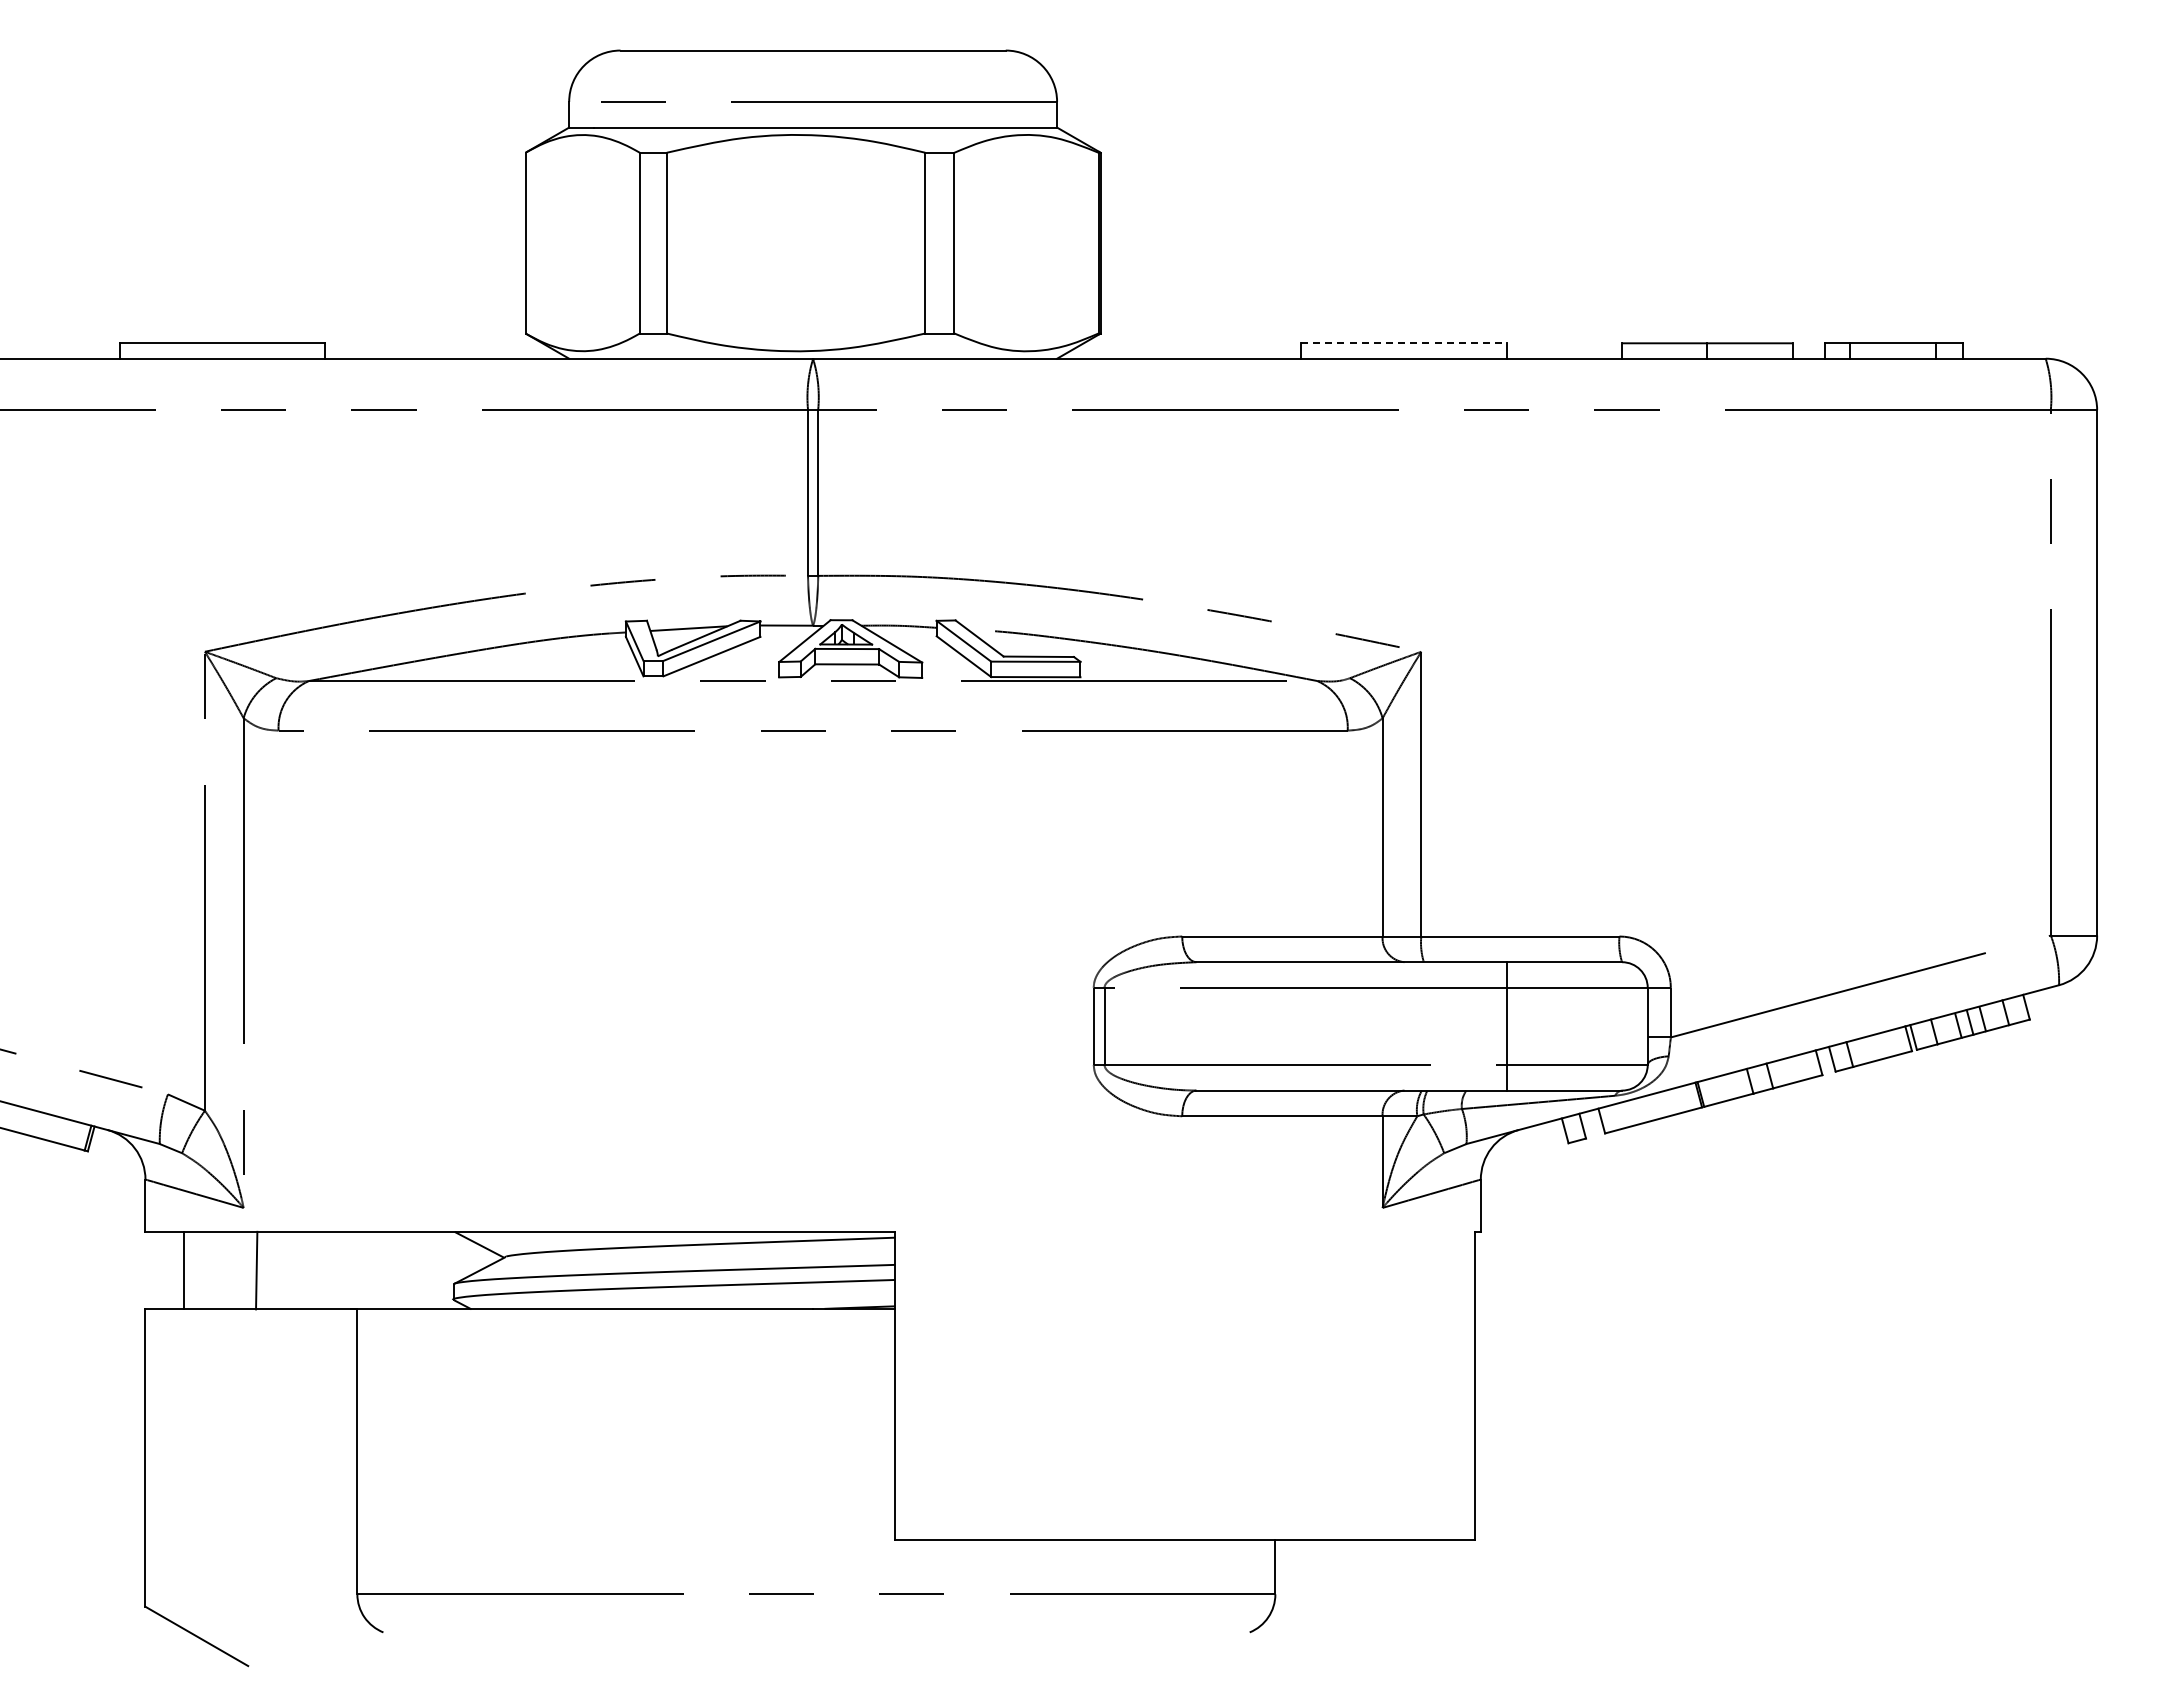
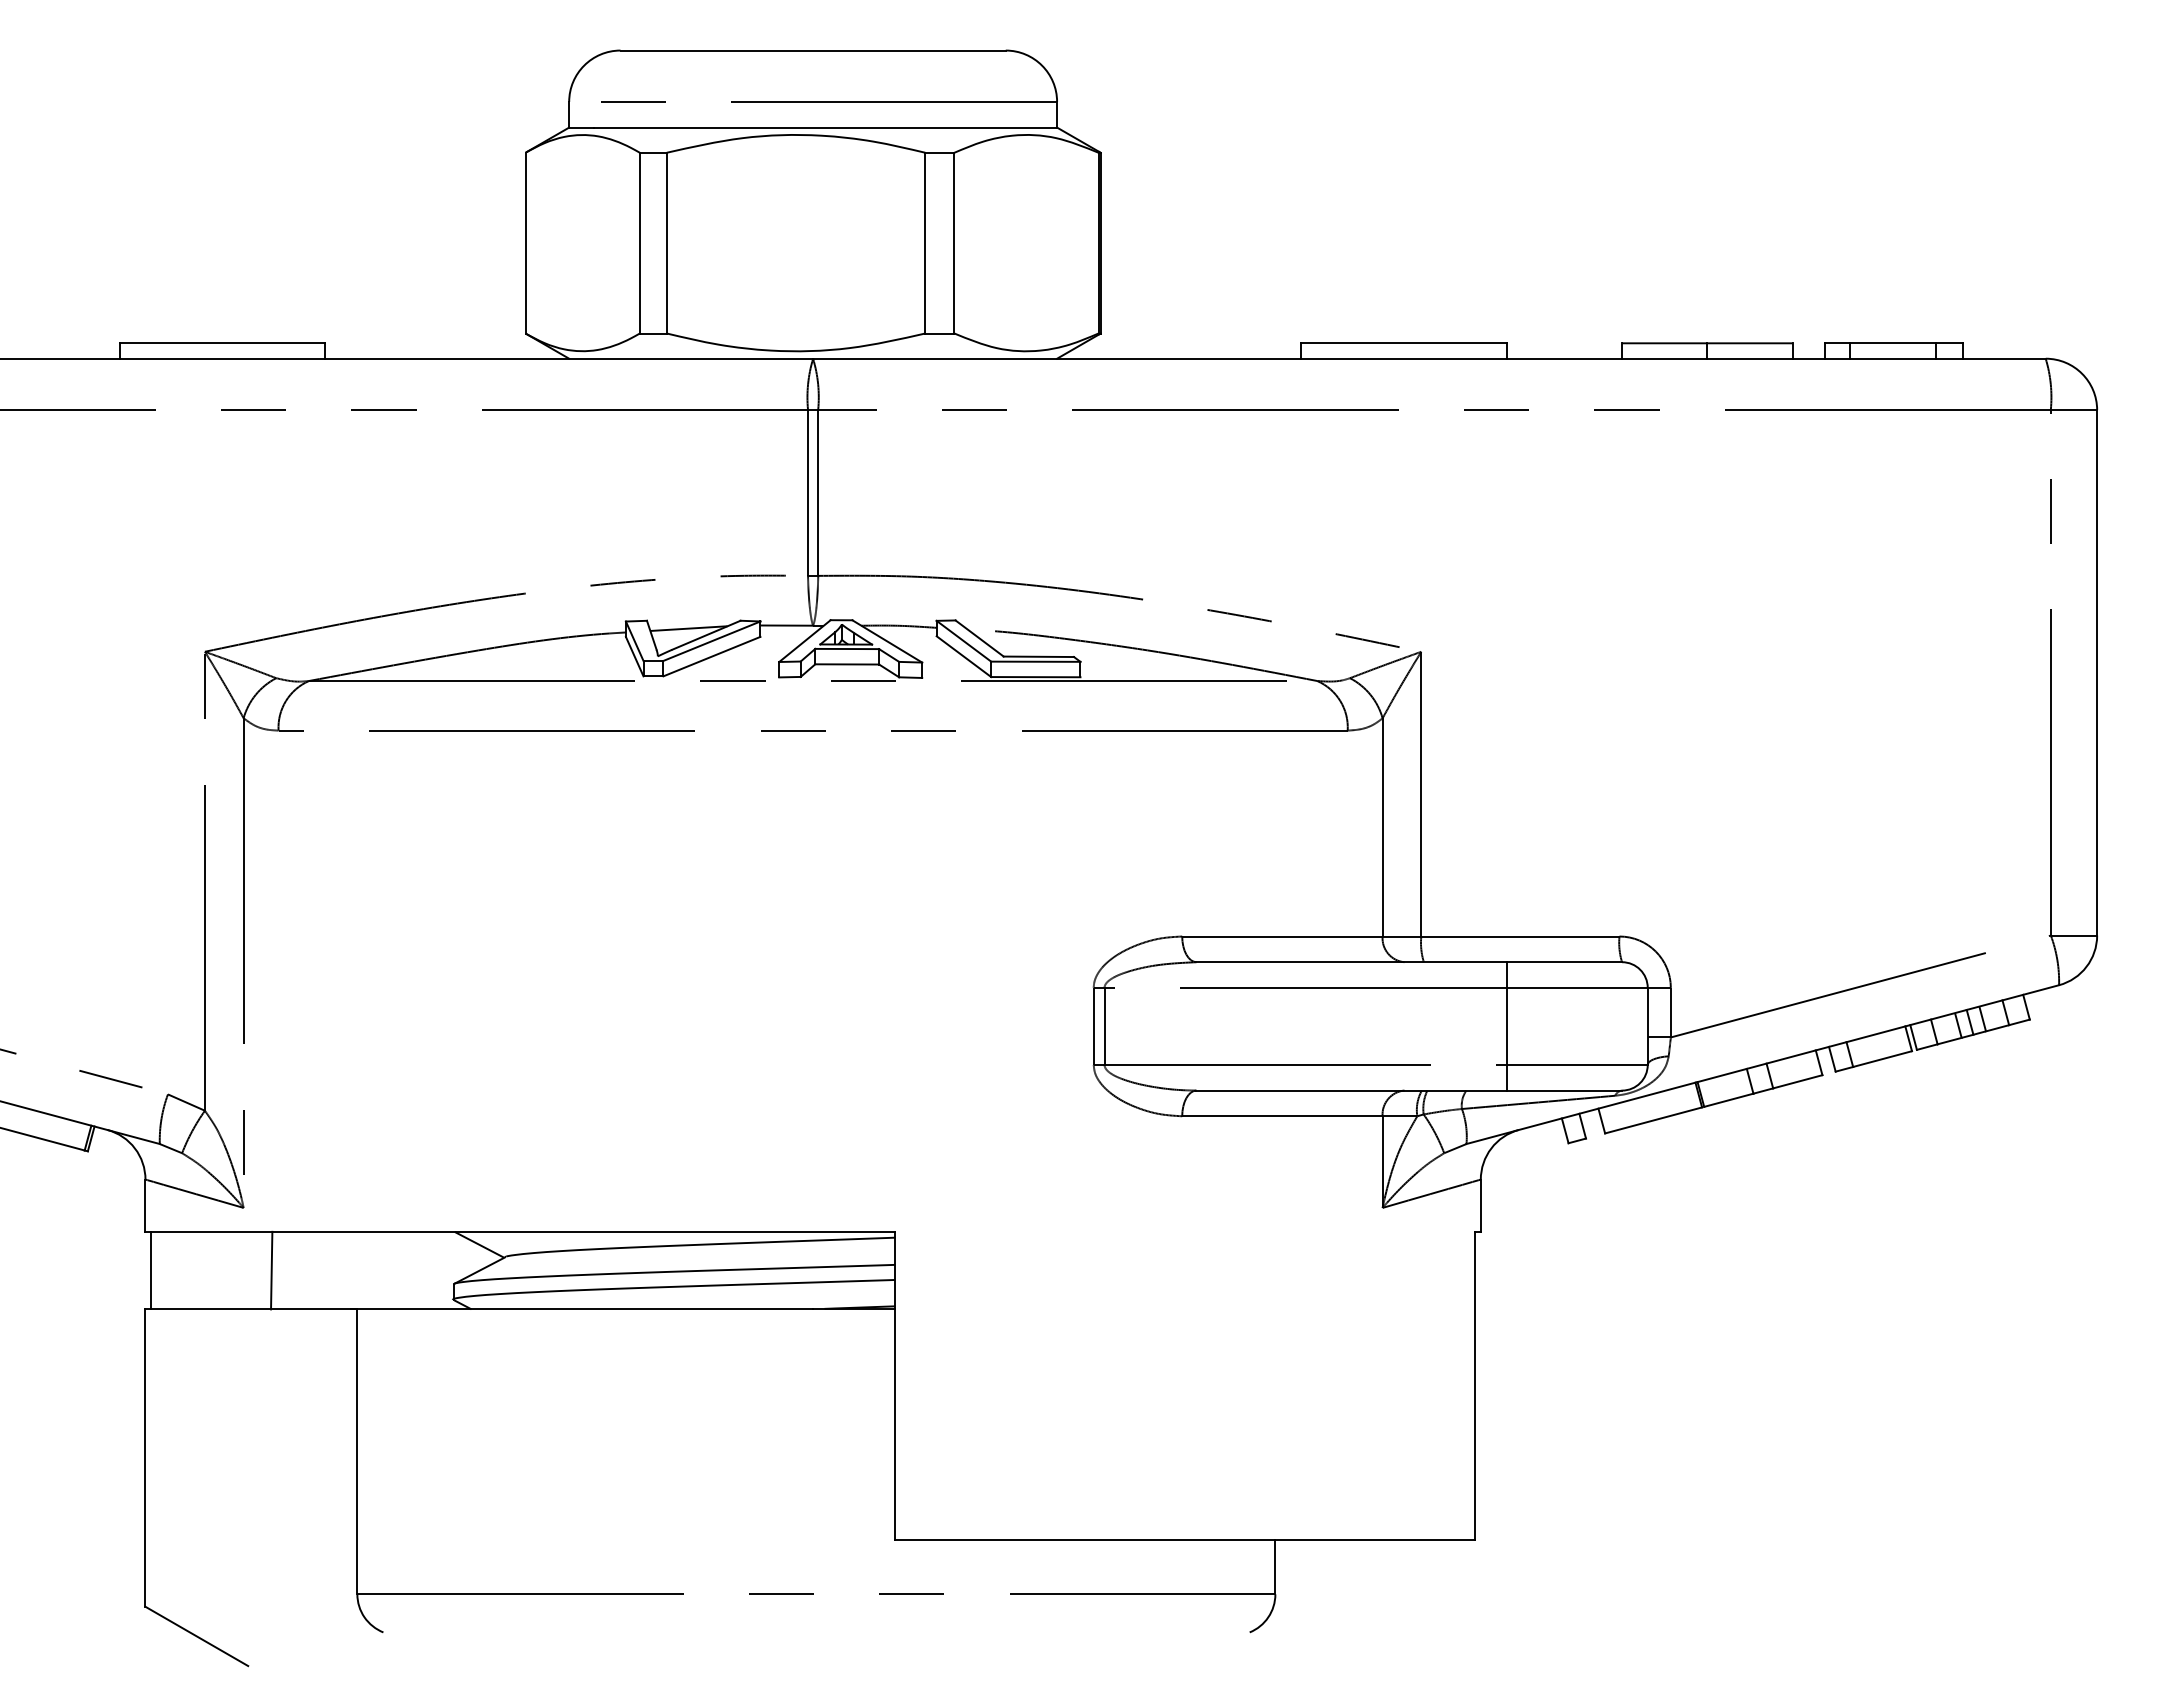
line at (1403, 343): dashed -> solid
line at (183, 1270) position: (183, 1270) -> (150, 1270)
line at (256, 1270) position: (256, 1270) -> (271, 1270)
